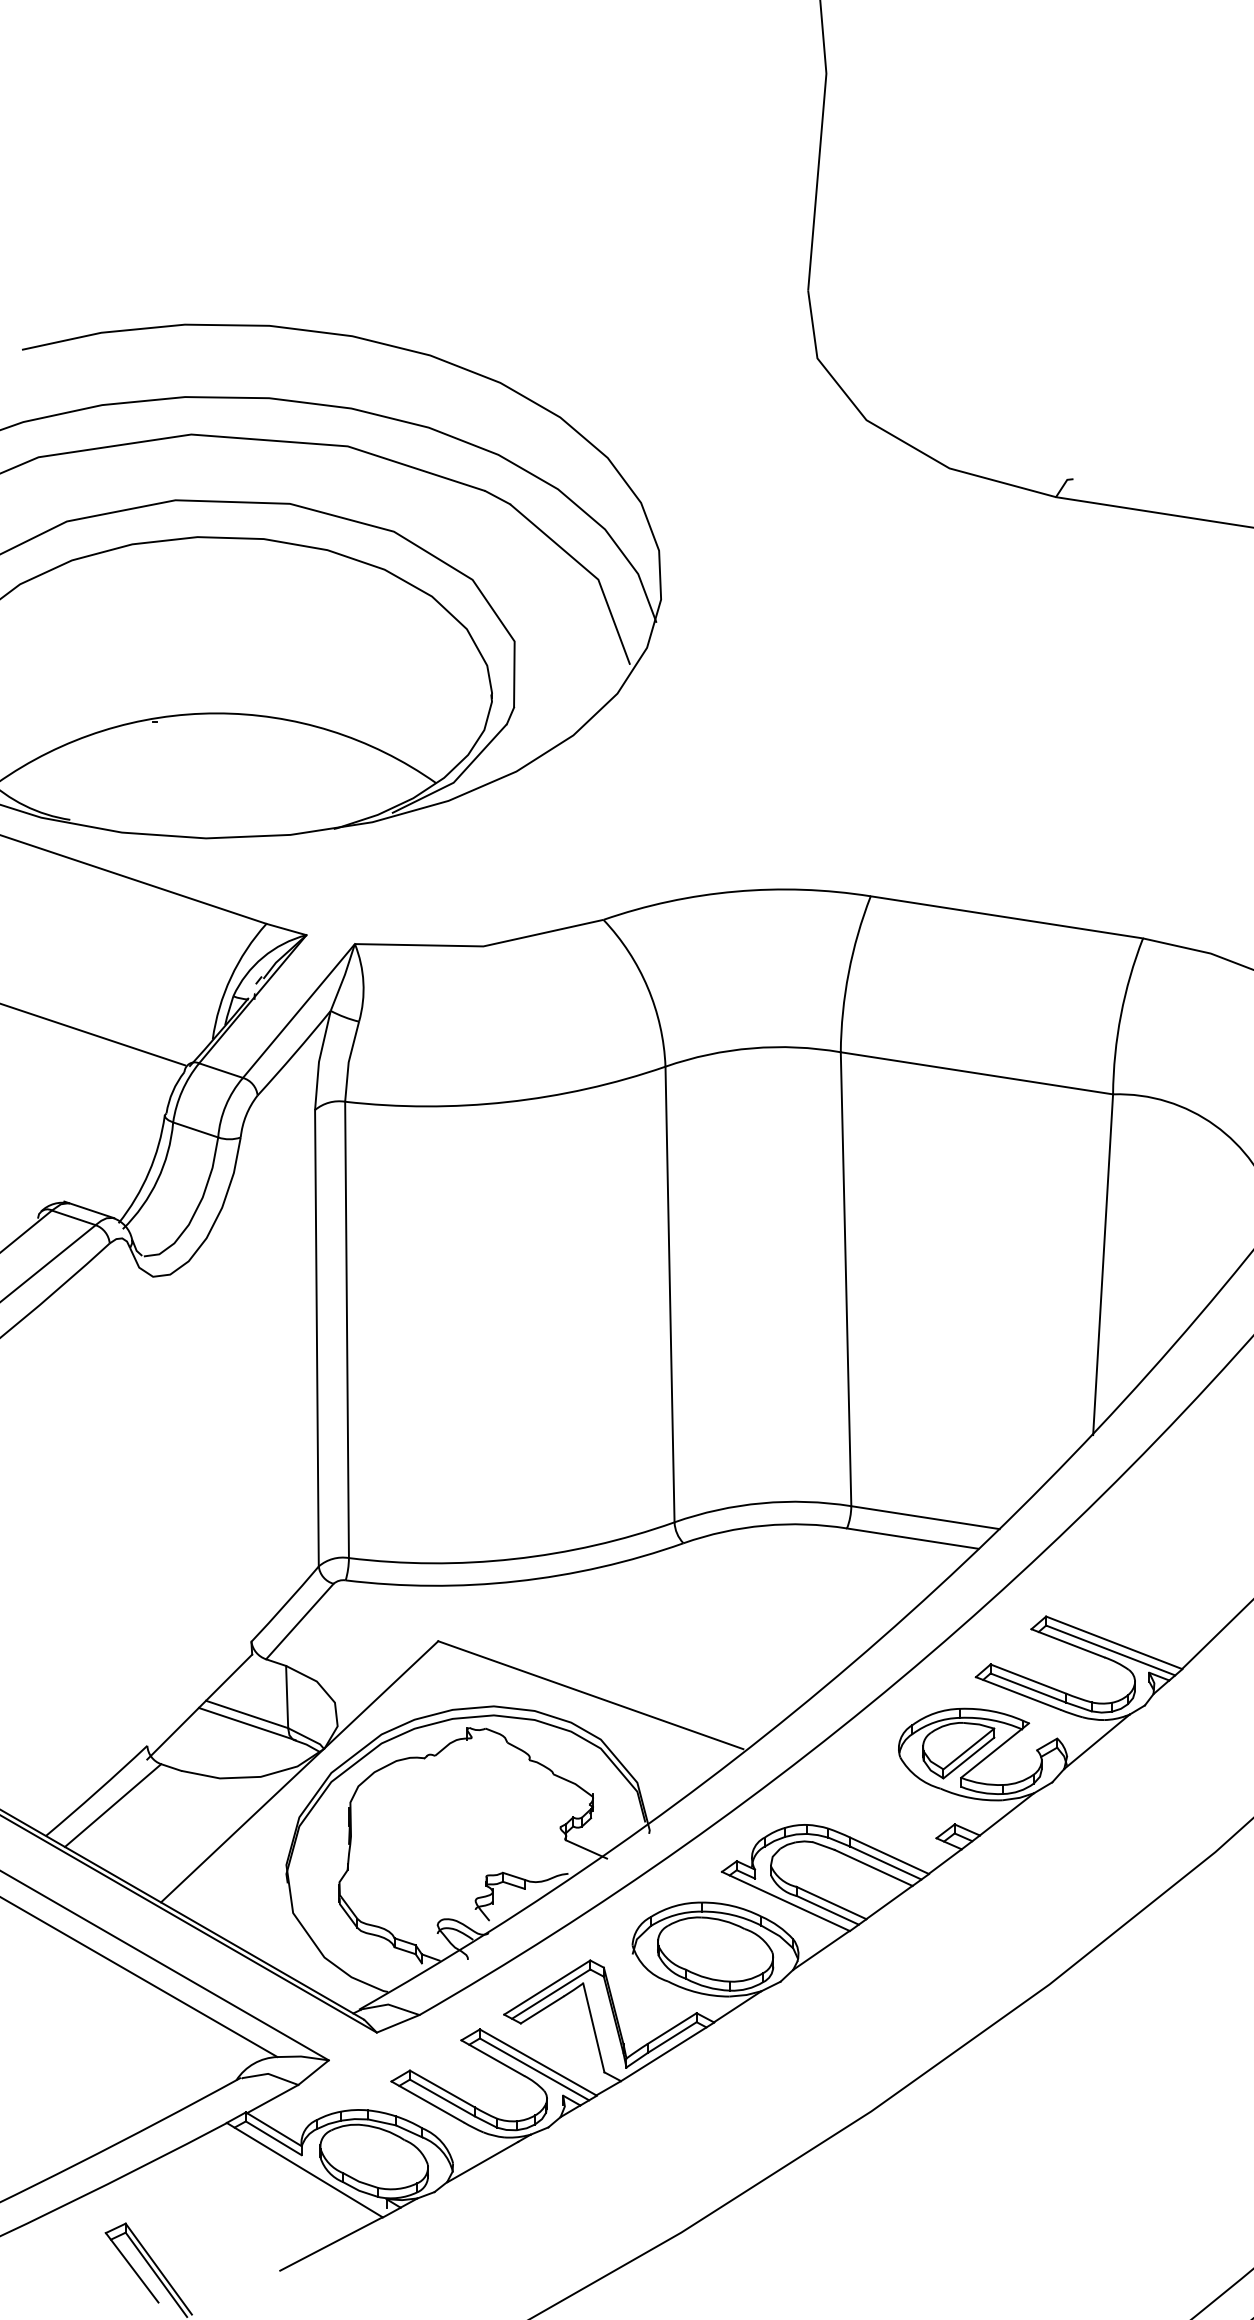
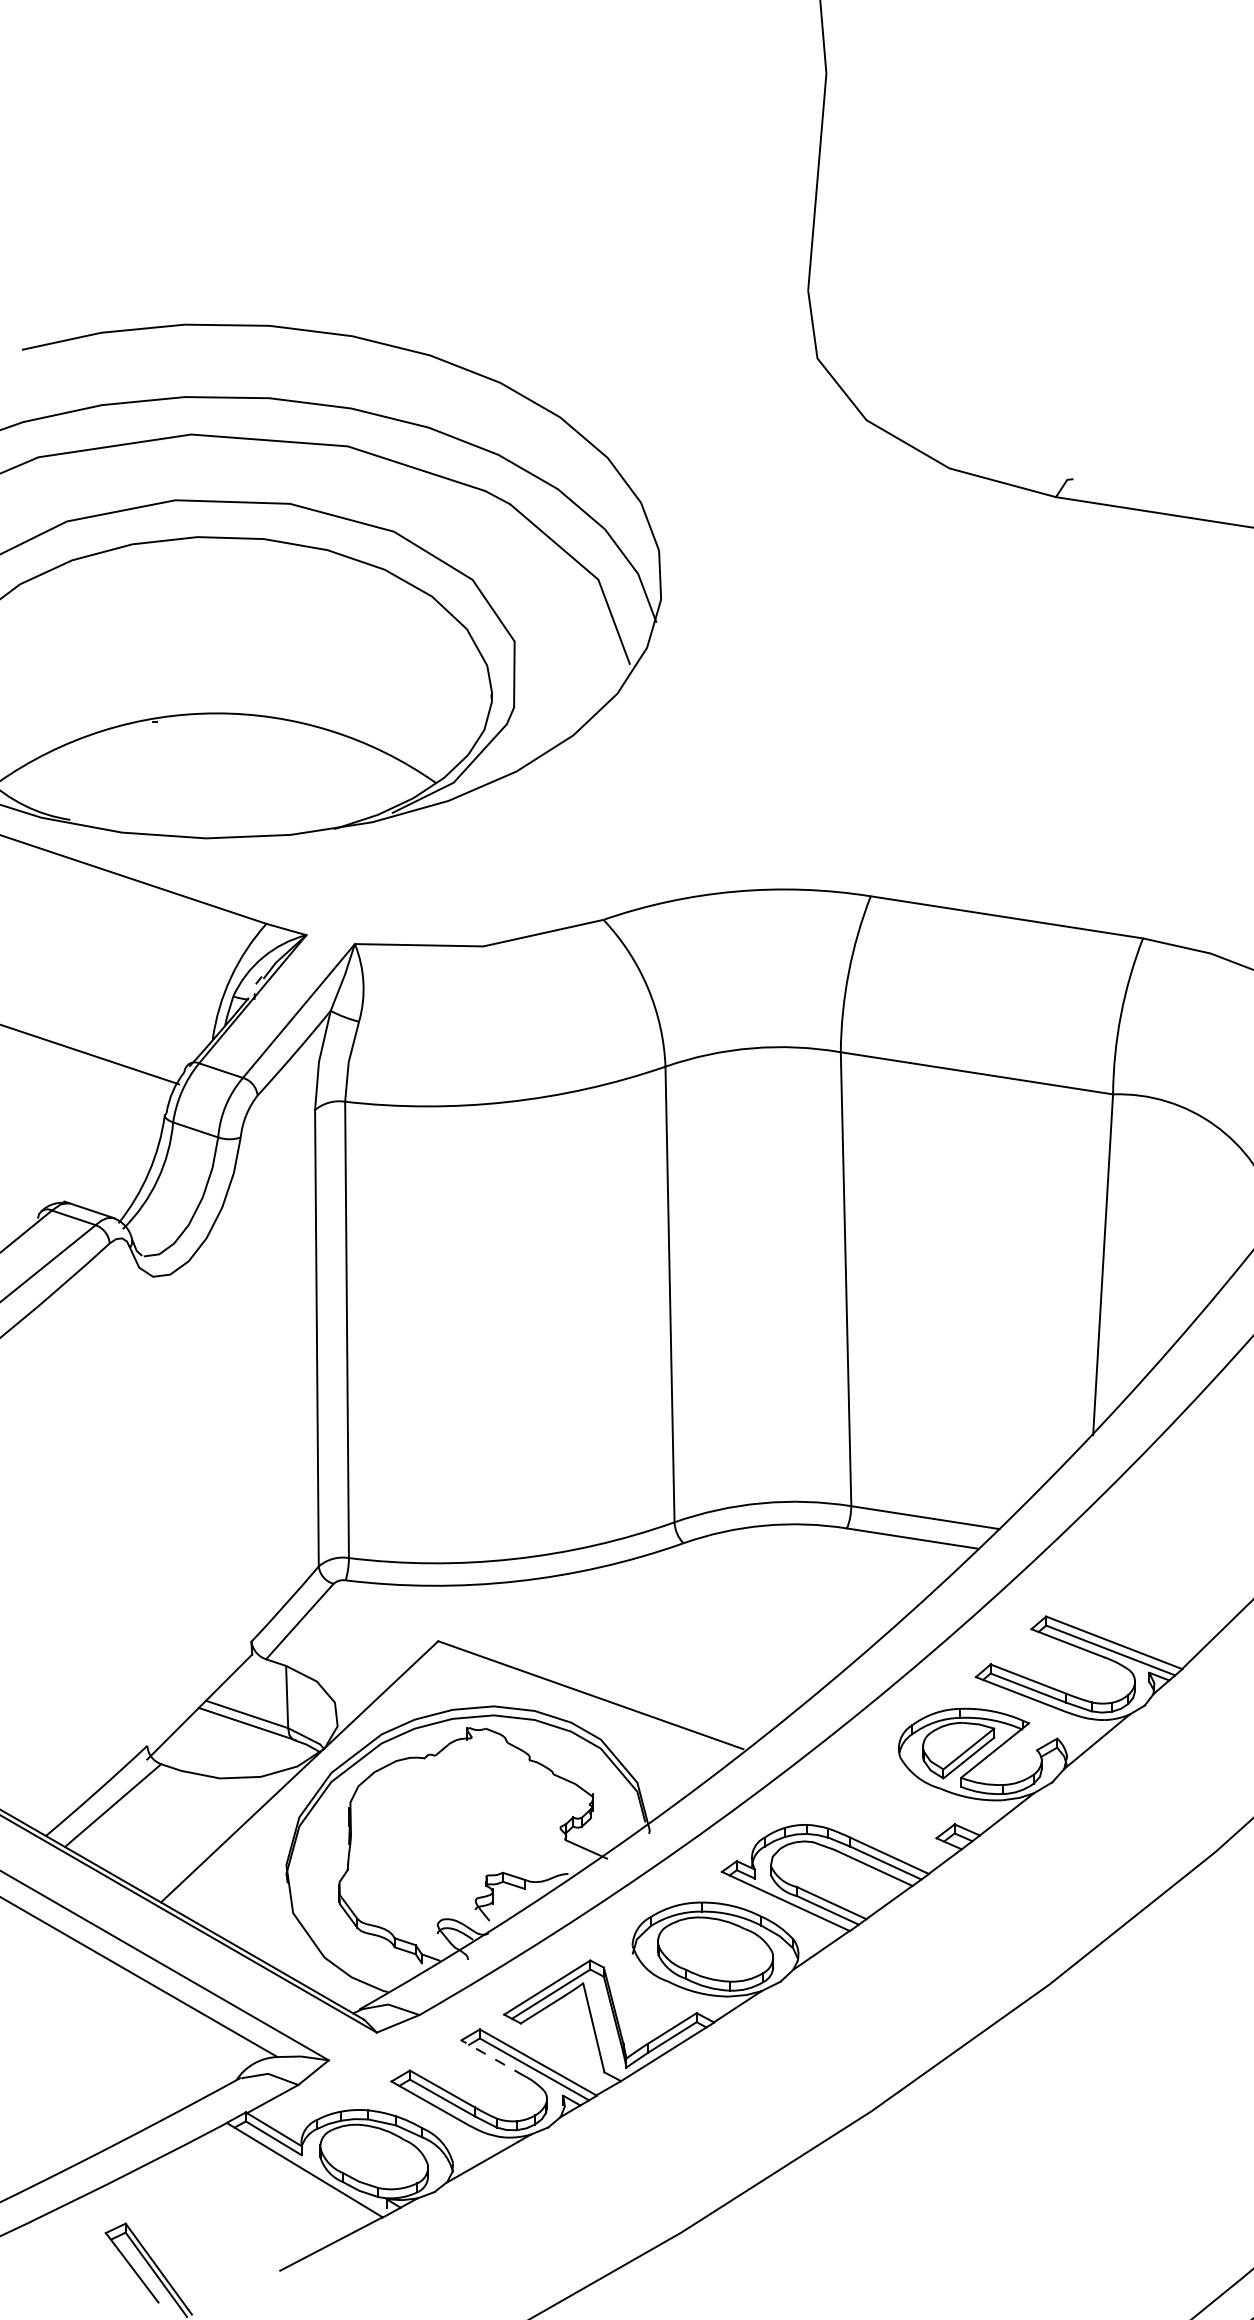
line at (93, 1034) position: (93, 1034) -> (90, 1054)
line at (492, 2057): solid -> dashed
